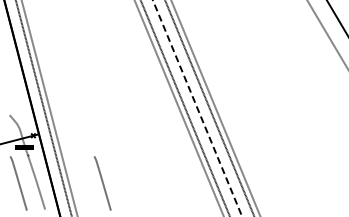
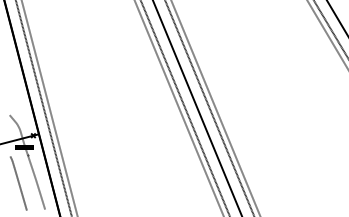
line at (329, 28): none -> present
line at (197, 109): dashed -> solid
line at (102, 183): present -> none
